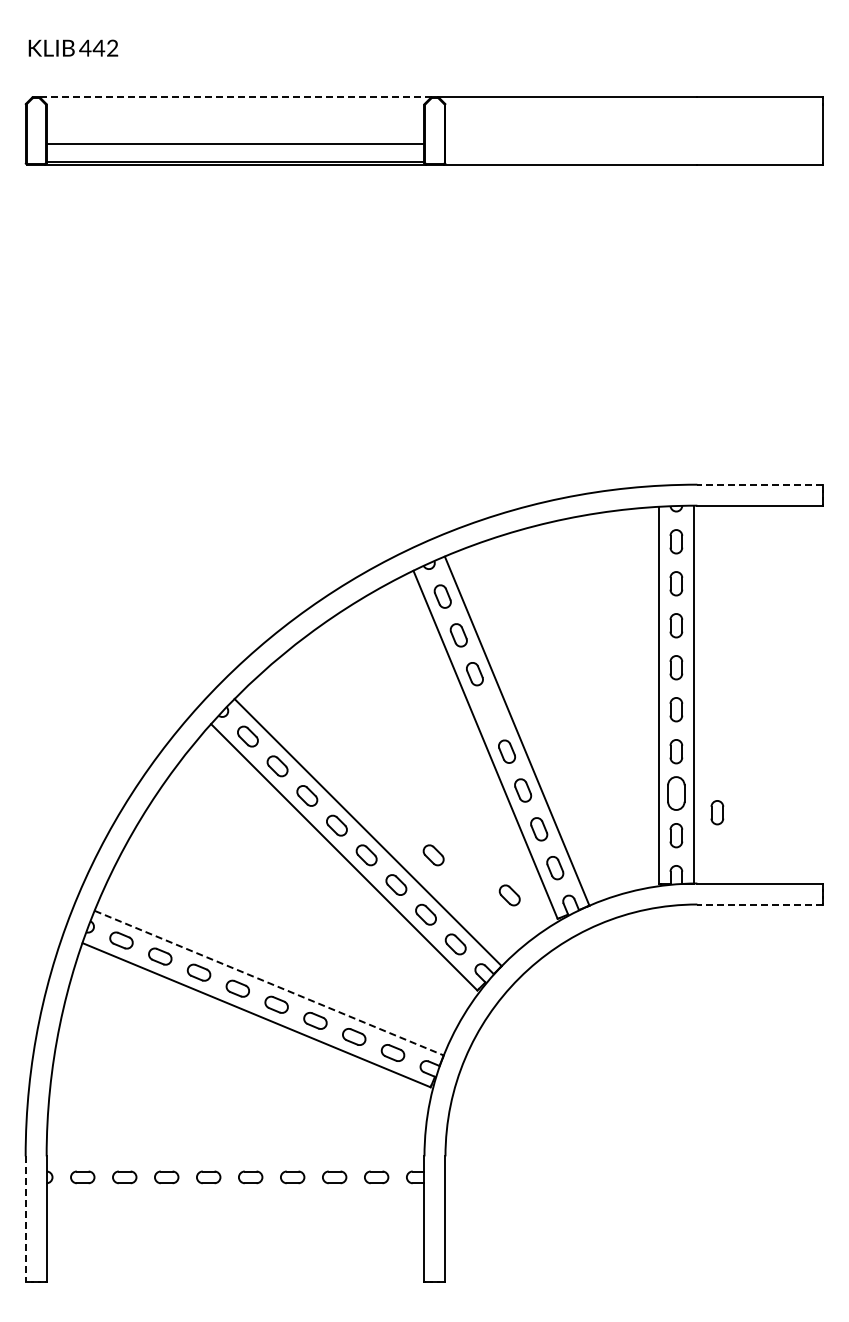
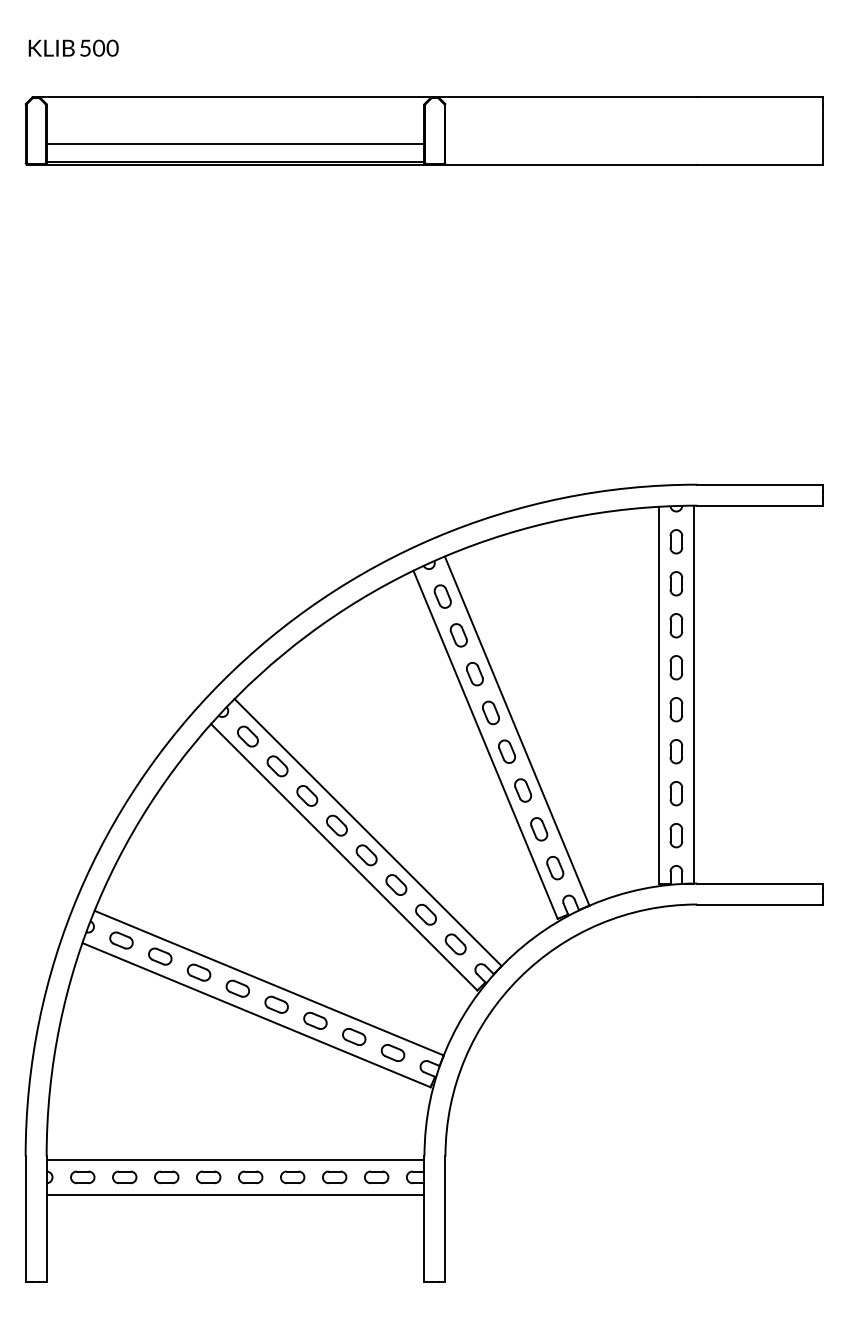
text at (98, 47): 442 -> 500
line at (235, 97): dashed -> solid
line at (760, 484): dashed -> solid
part at (490, 712): none -> present
part at (676, 793) size: 19x35 px -> 15x26 px
part at (717, 812): present -> none
part at (433, 855): present -> none
part at (509, 895): present -> none
line at (760, 904): dashed -> solid
line at (269, 983): dashed -> solid
line at (235, 1160): none -> present
line at (235, 1194): none -> present
line at (25, 1219): dashed -> solid
